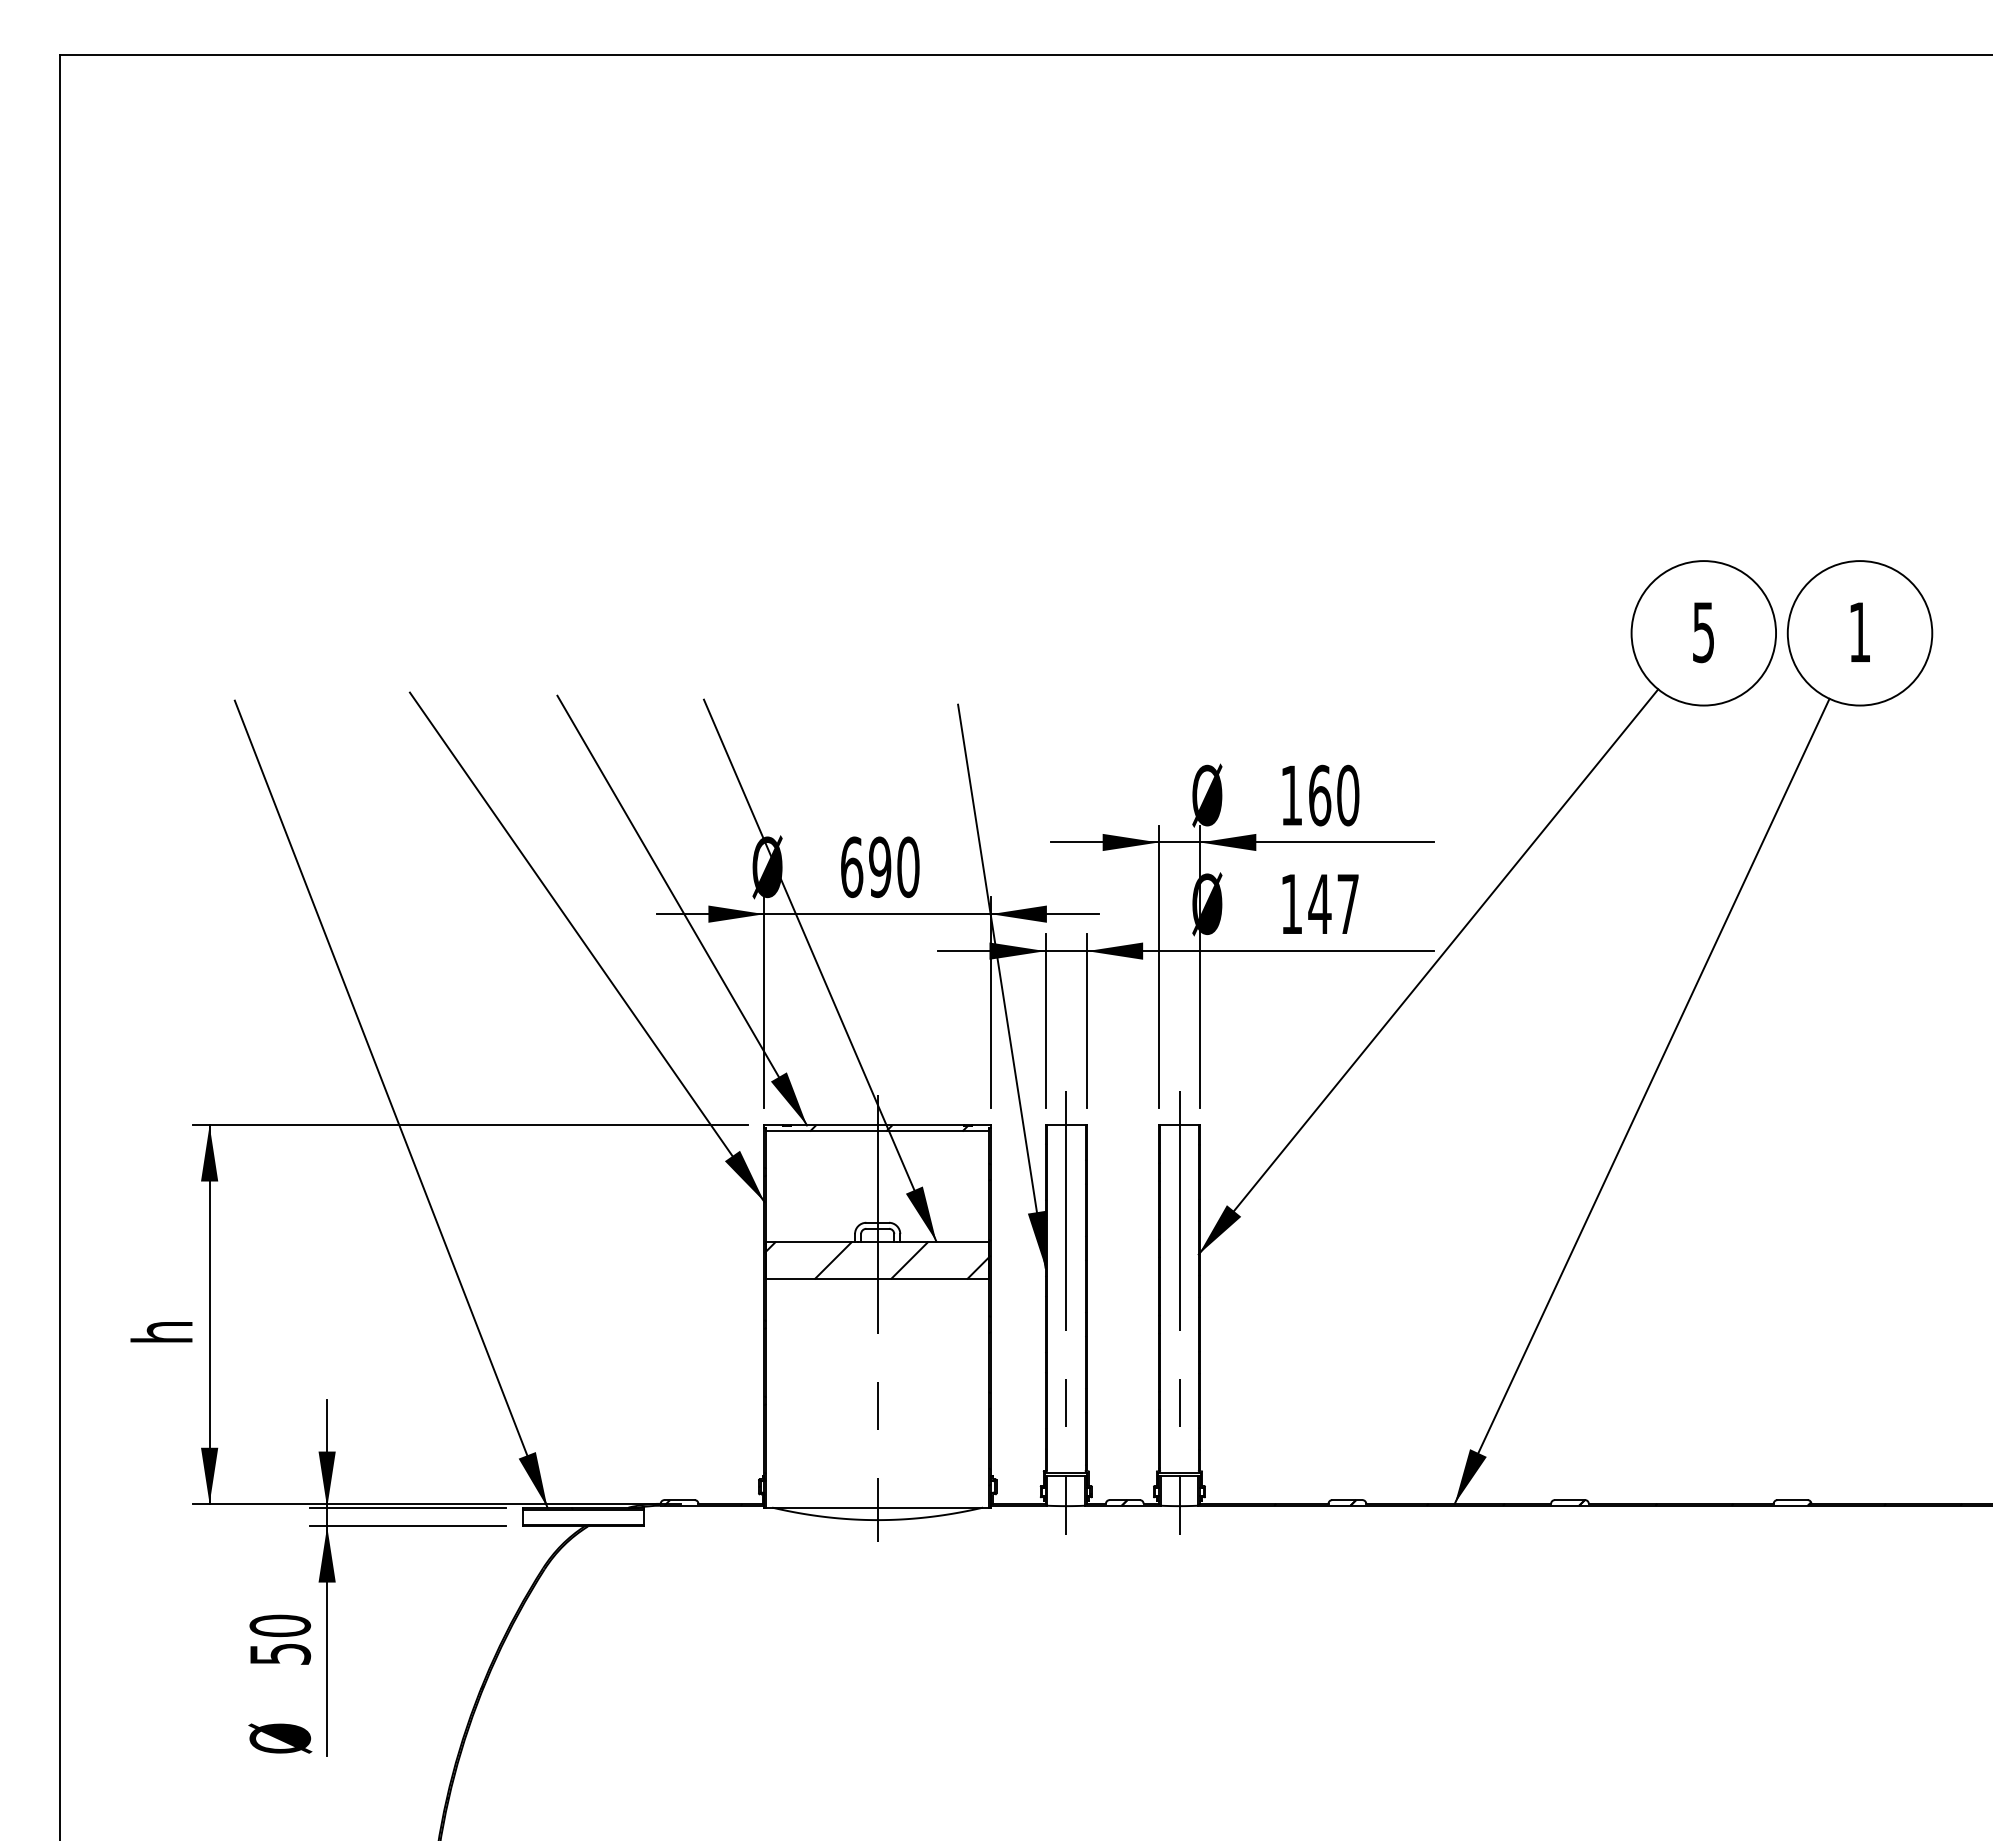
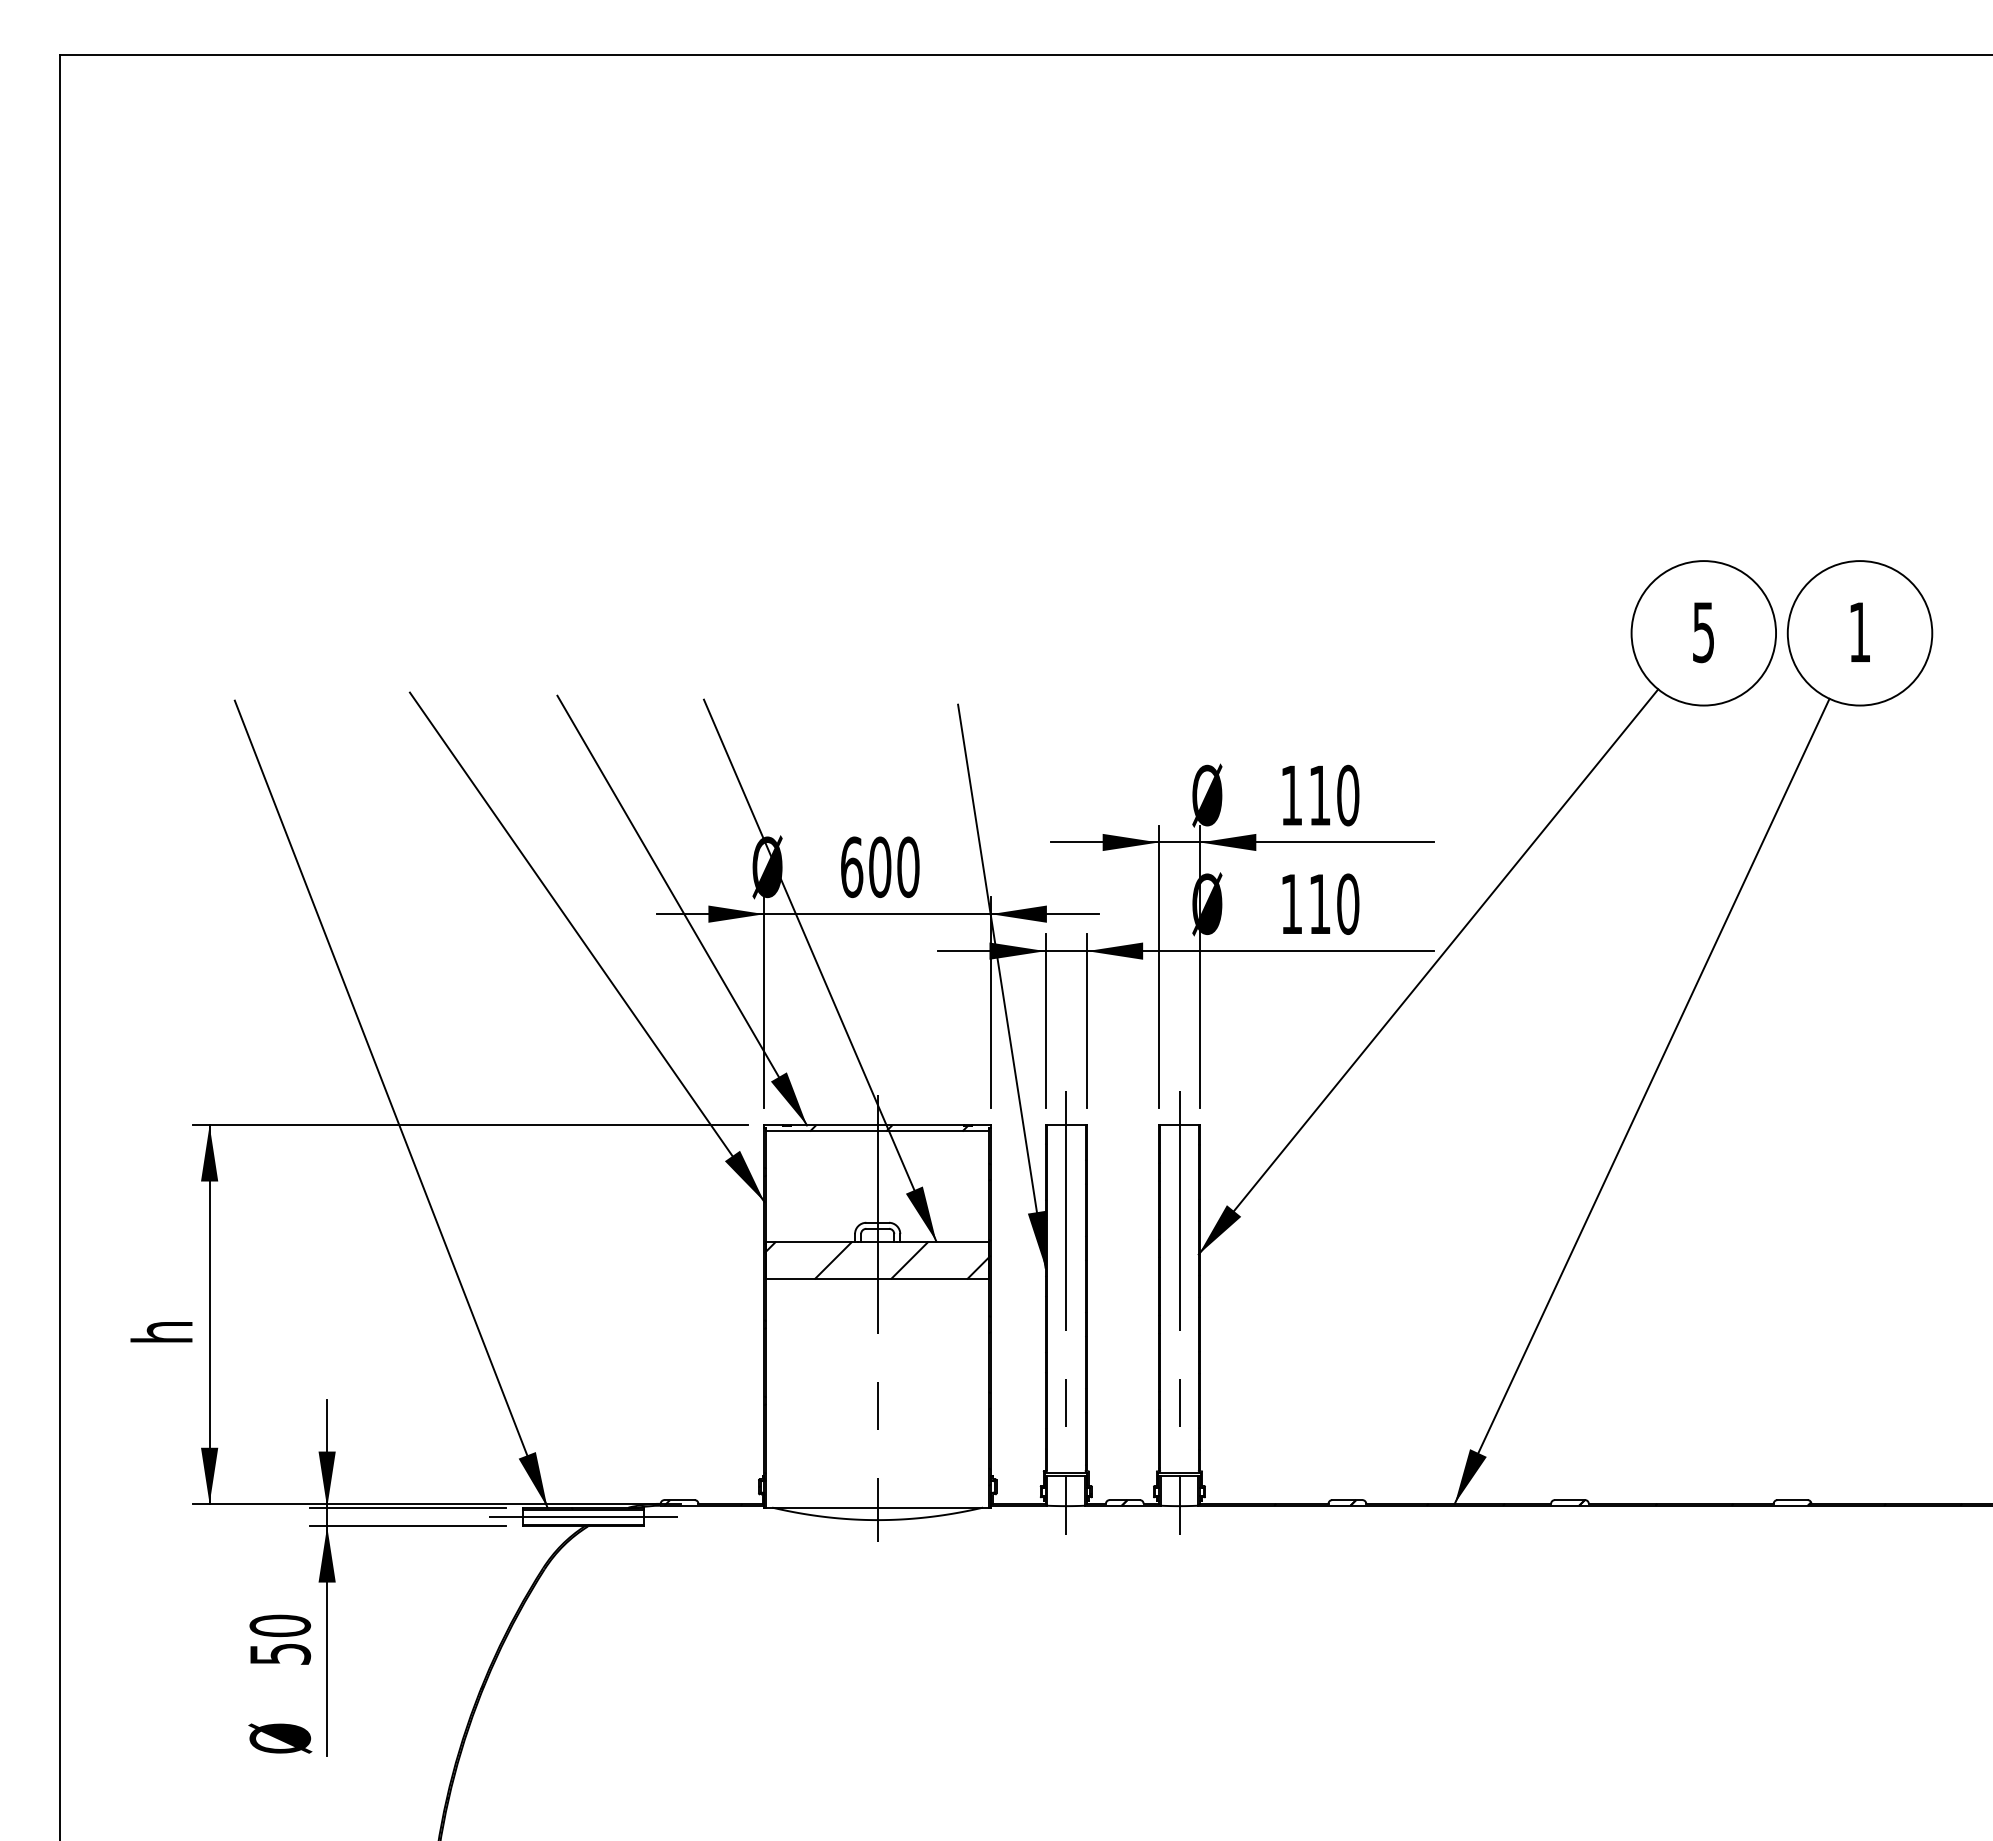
text at (1320, 795): 160 -> 110
text at (880, 867): 690 -> 600
text at (1333, 903): 147 -> 110
line at (583, 1517): none -> present
